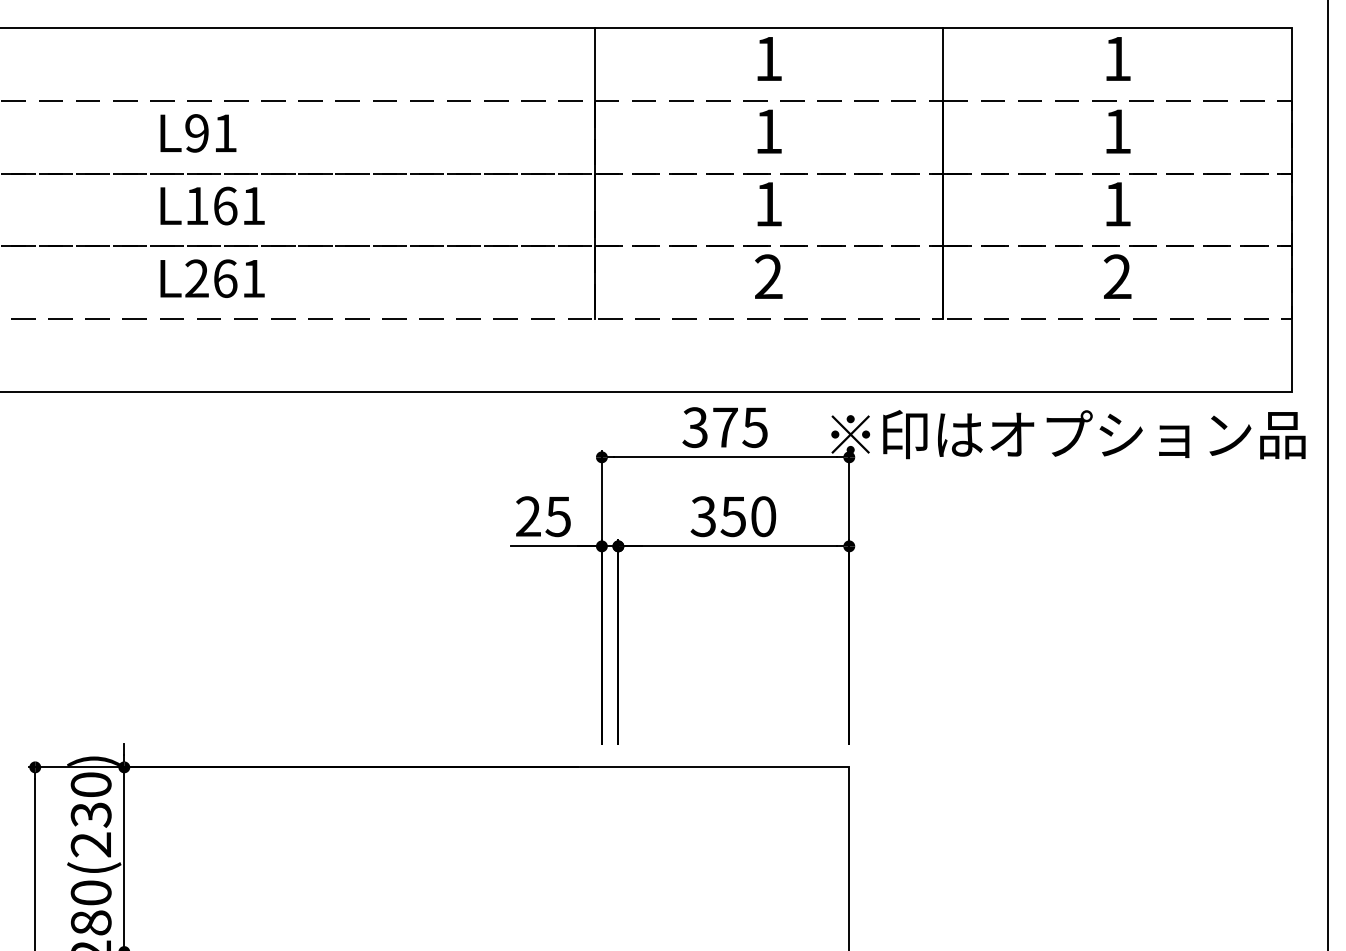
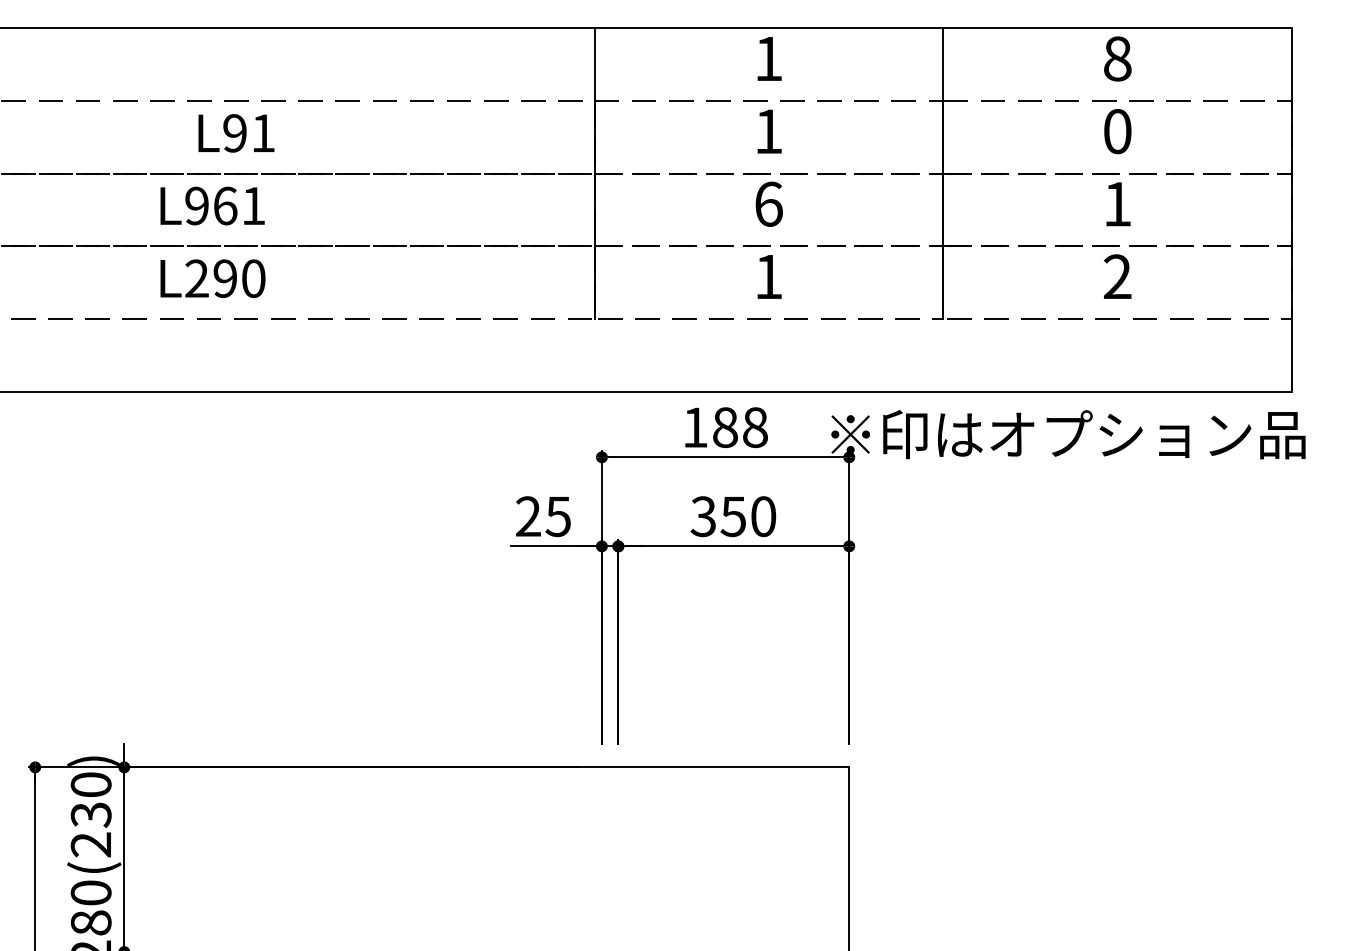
text at (1117, 58): 1 -> 8
text at (1117, 131): 1 -> 0
text at (198, 133) position: (198, 133) -> (236, 133)
text at (768, 203): 1 -> 6
text at (196, 205): L161 -> L961
text at (768, 276): 2 -> 1
text at (239, 278): L261 -> L290
text at (724, 427): 375 -> 188
line at (1328, 474): present -> none
